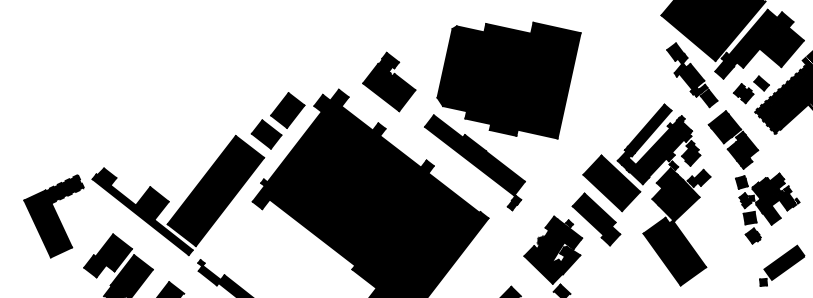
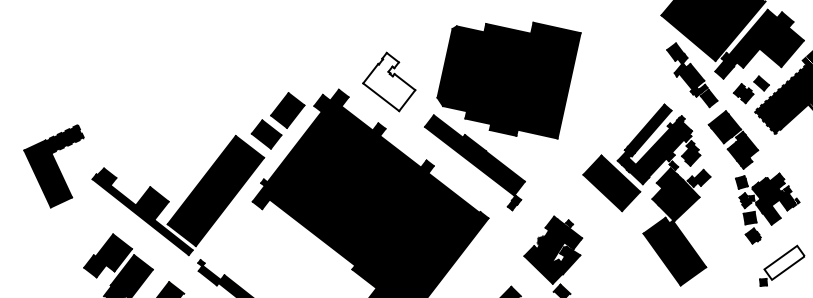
fill at (389, 81): present -> none
part at (53, 216) position: (53, 216) -> (53, 166)
part at (596, 219): present -> none
fill at (784, 262): present -> none
